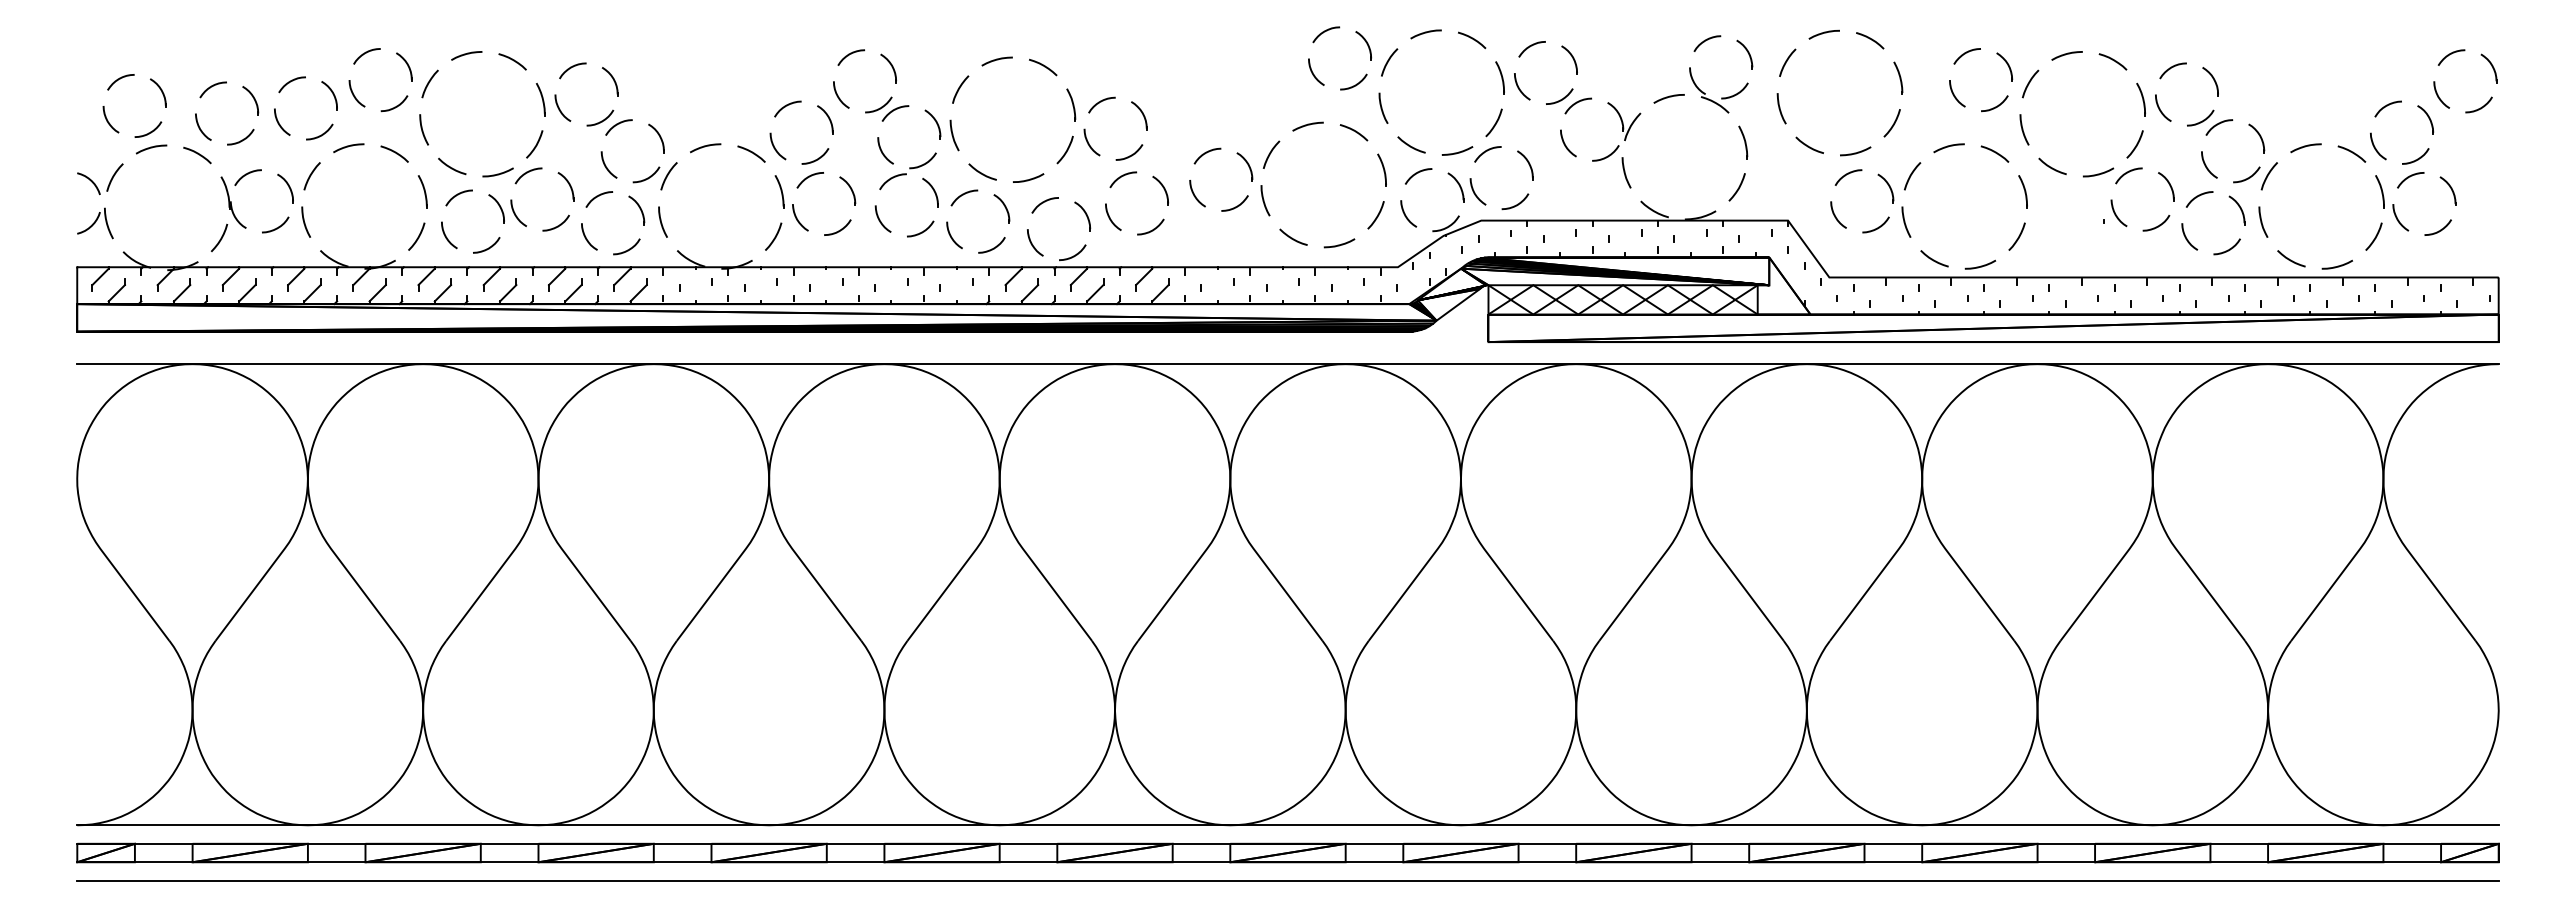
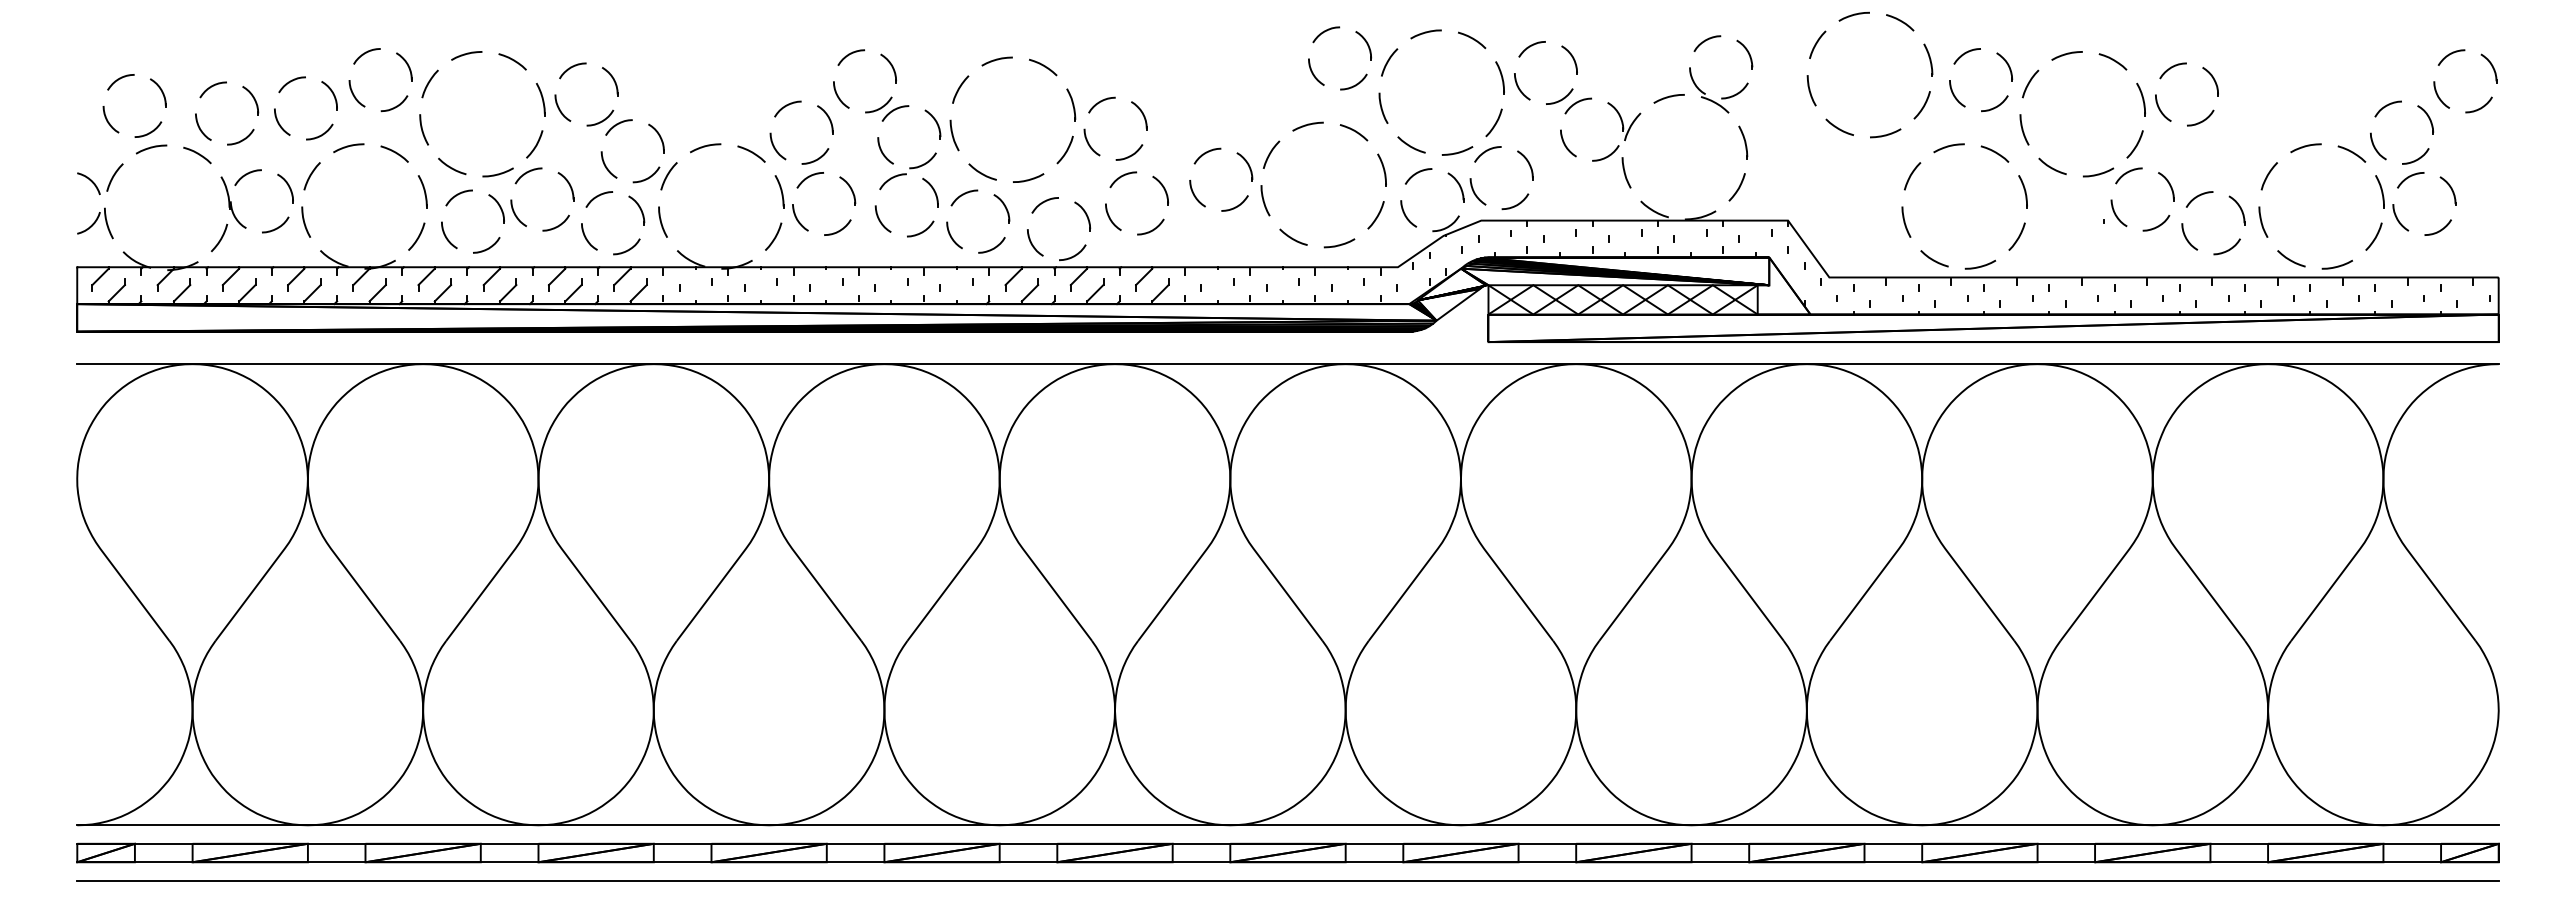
part at (1794, 52) position: (1794, 52) -> (1824, 34)
part at (2257, 168): present -> none
part at (1868, 230): present -> none
